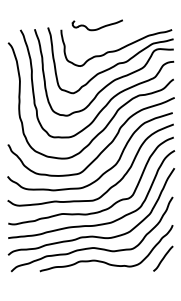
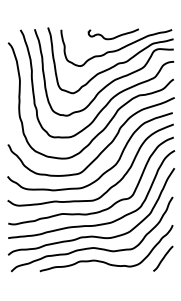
curve at (96, 28) position: (96, 28) -> (112, 37)
